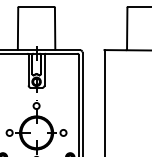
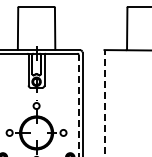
line at (104, 102): solid -> dashed
line at (78, 105): solid -> dashed
